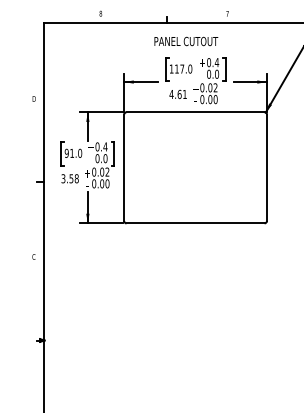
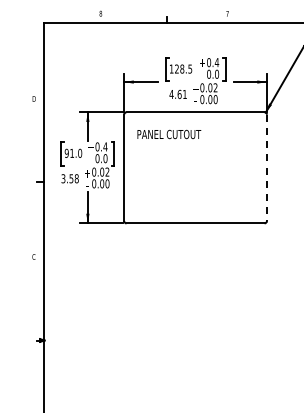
text at (186, 41) position: (186, 41) -> (169, 134)
text at (183, 68): 117.0 -> 128.5
line at (267, 168): solid -> dashed
